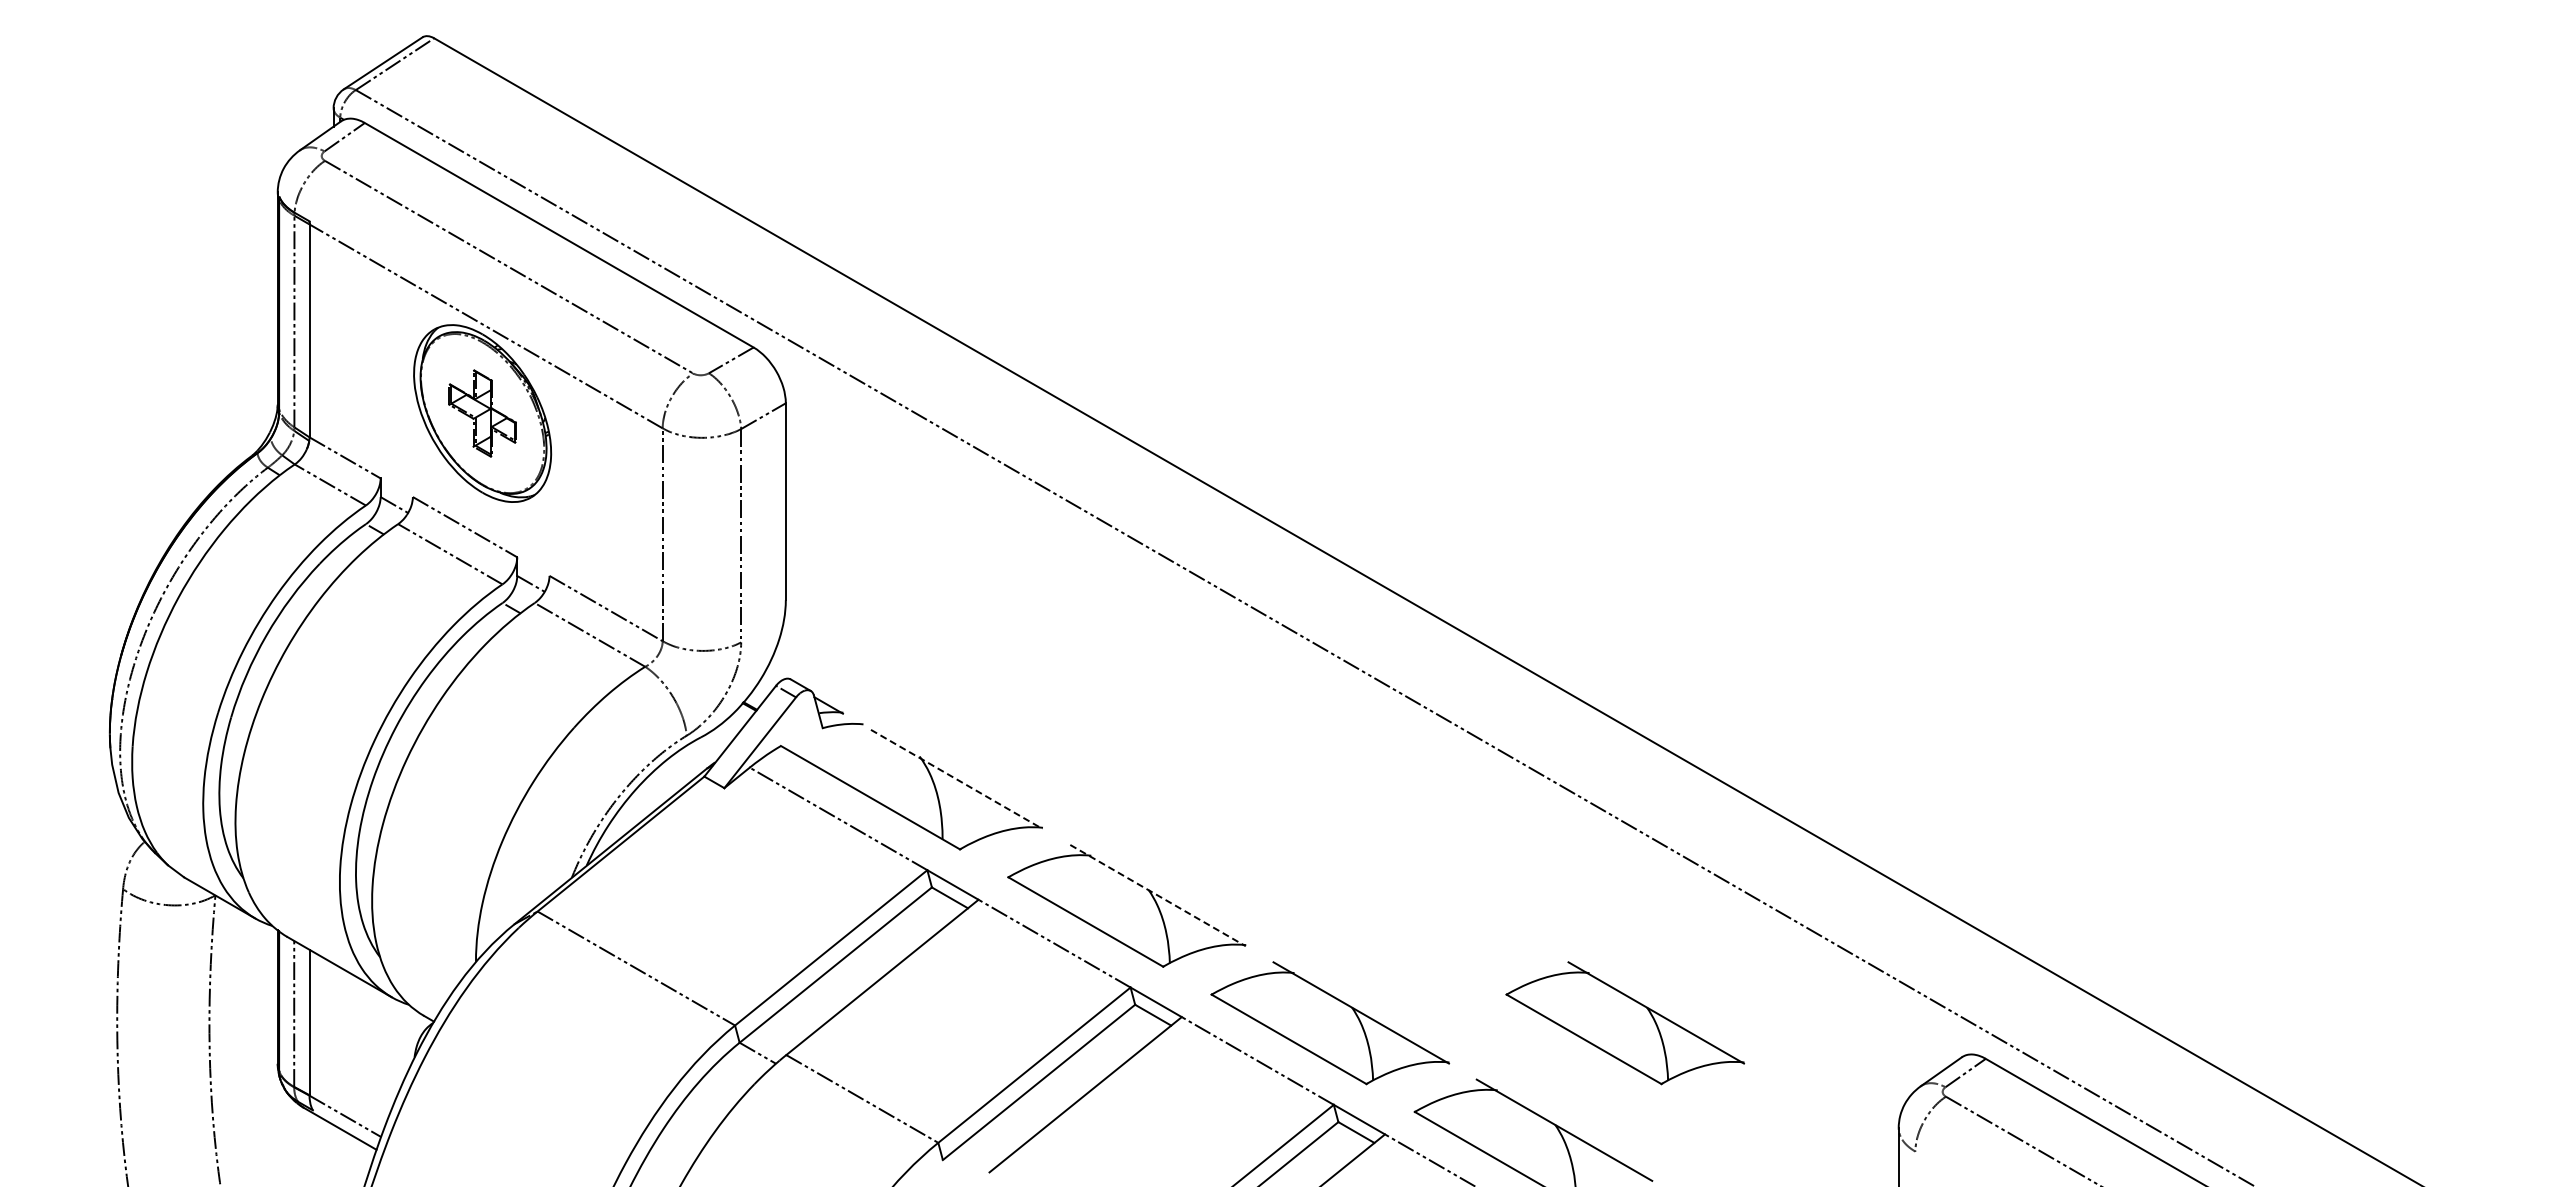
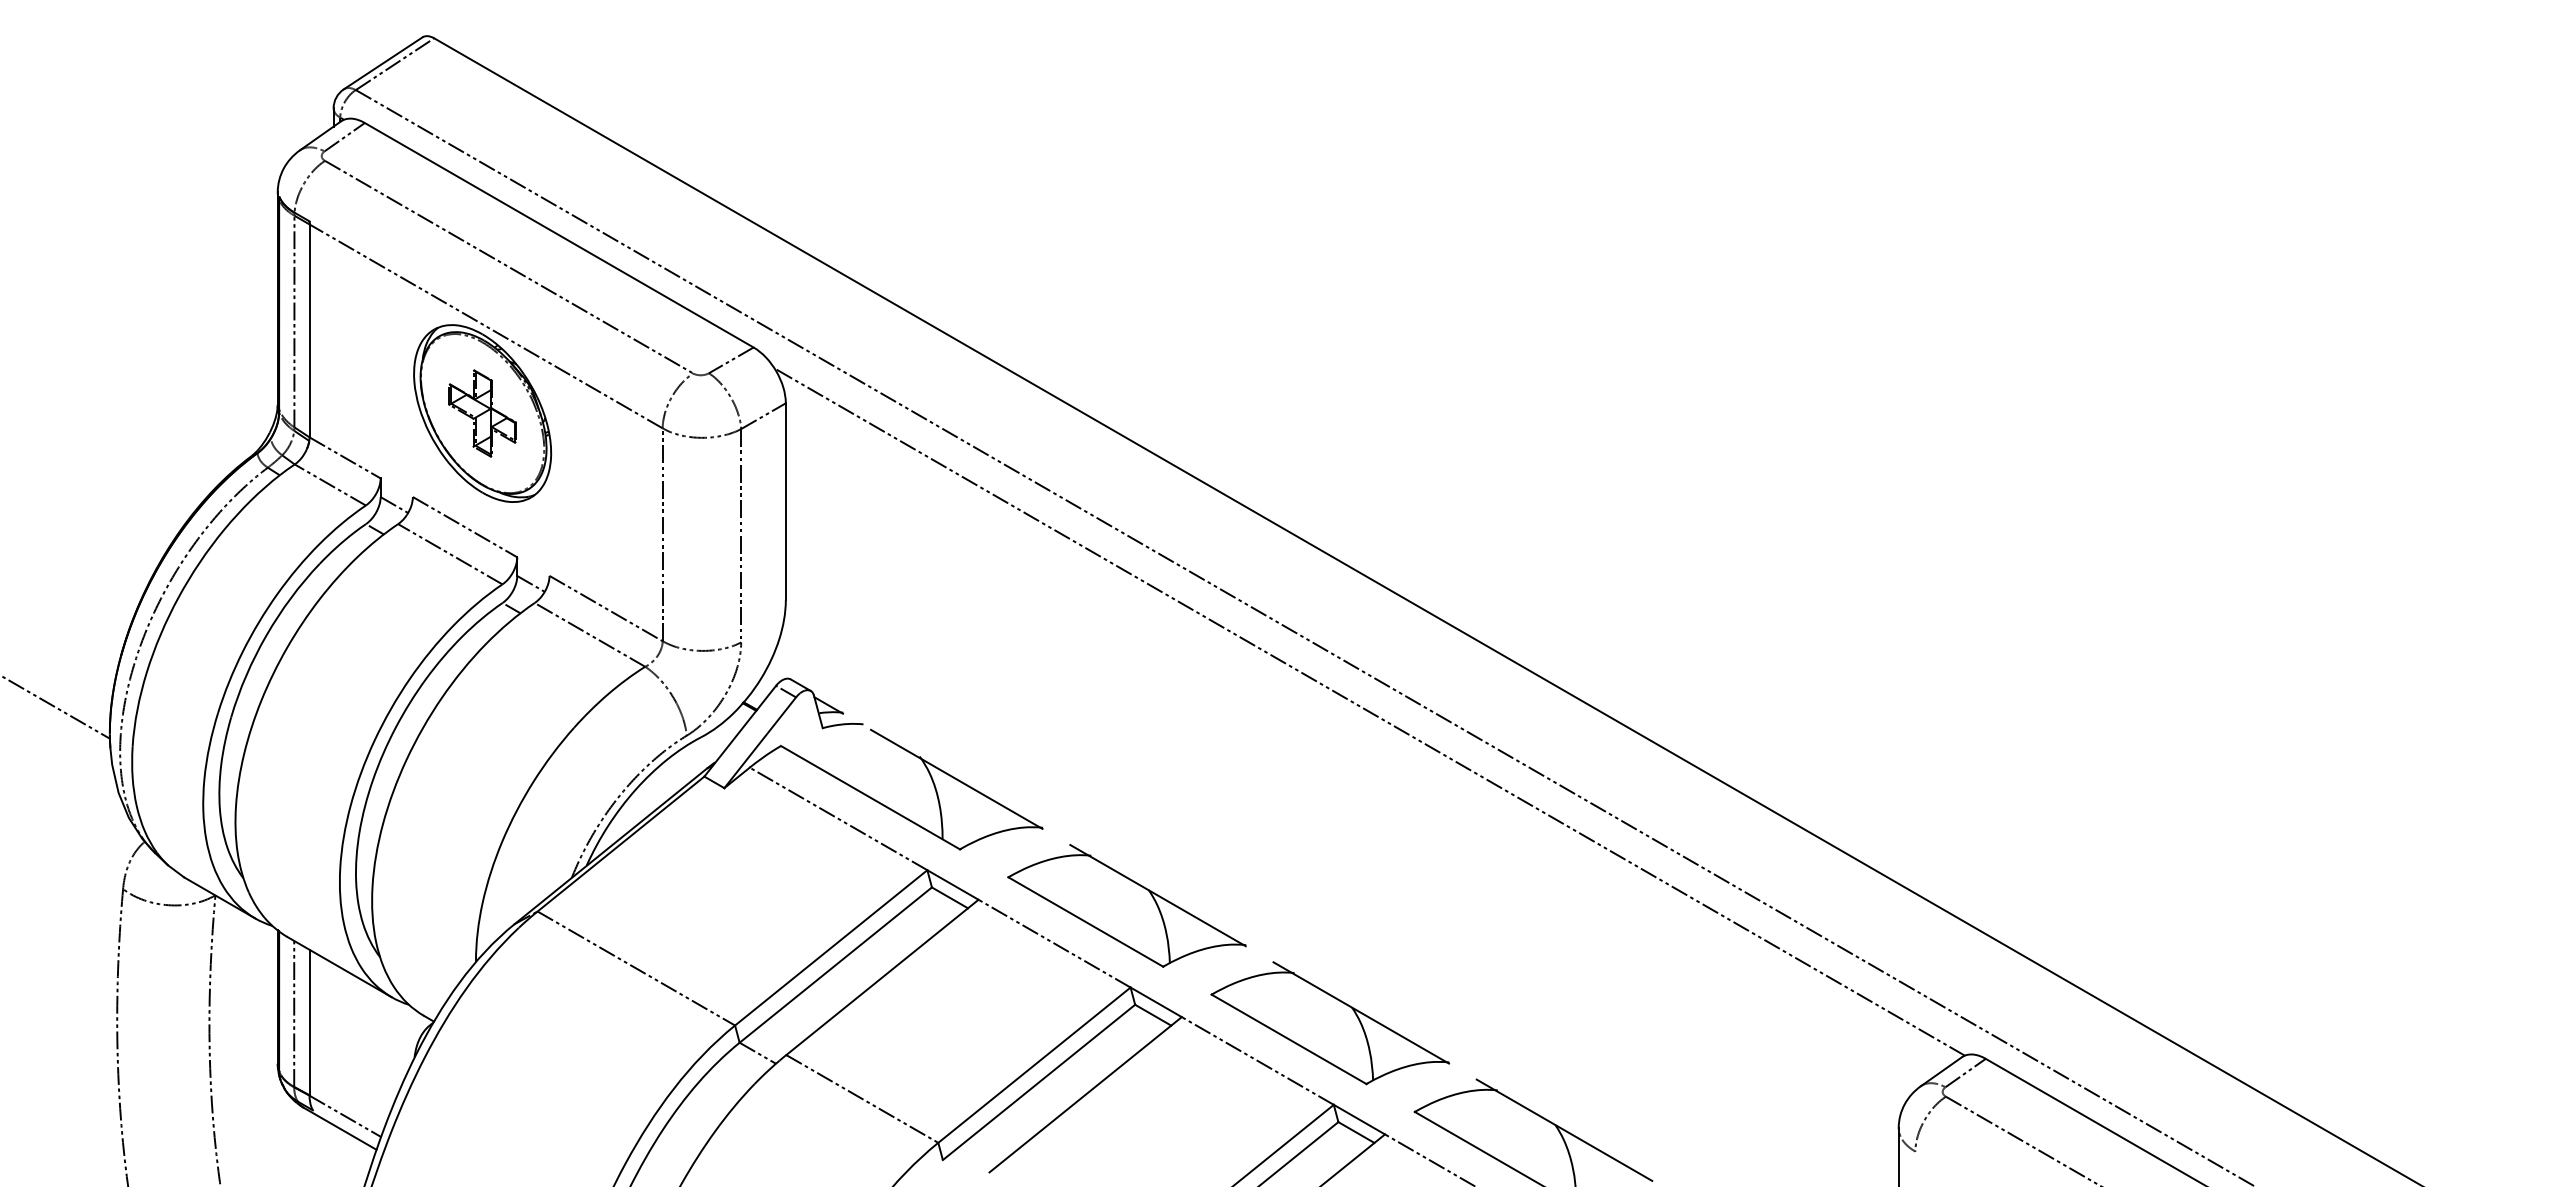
line at (56, 707): none -> present
line at (1369, 711): none -> present
line at (957, 779): dashed -> solid
line at (1158, 895): dashed -> solid
part at (1624, 1023): present -> none
